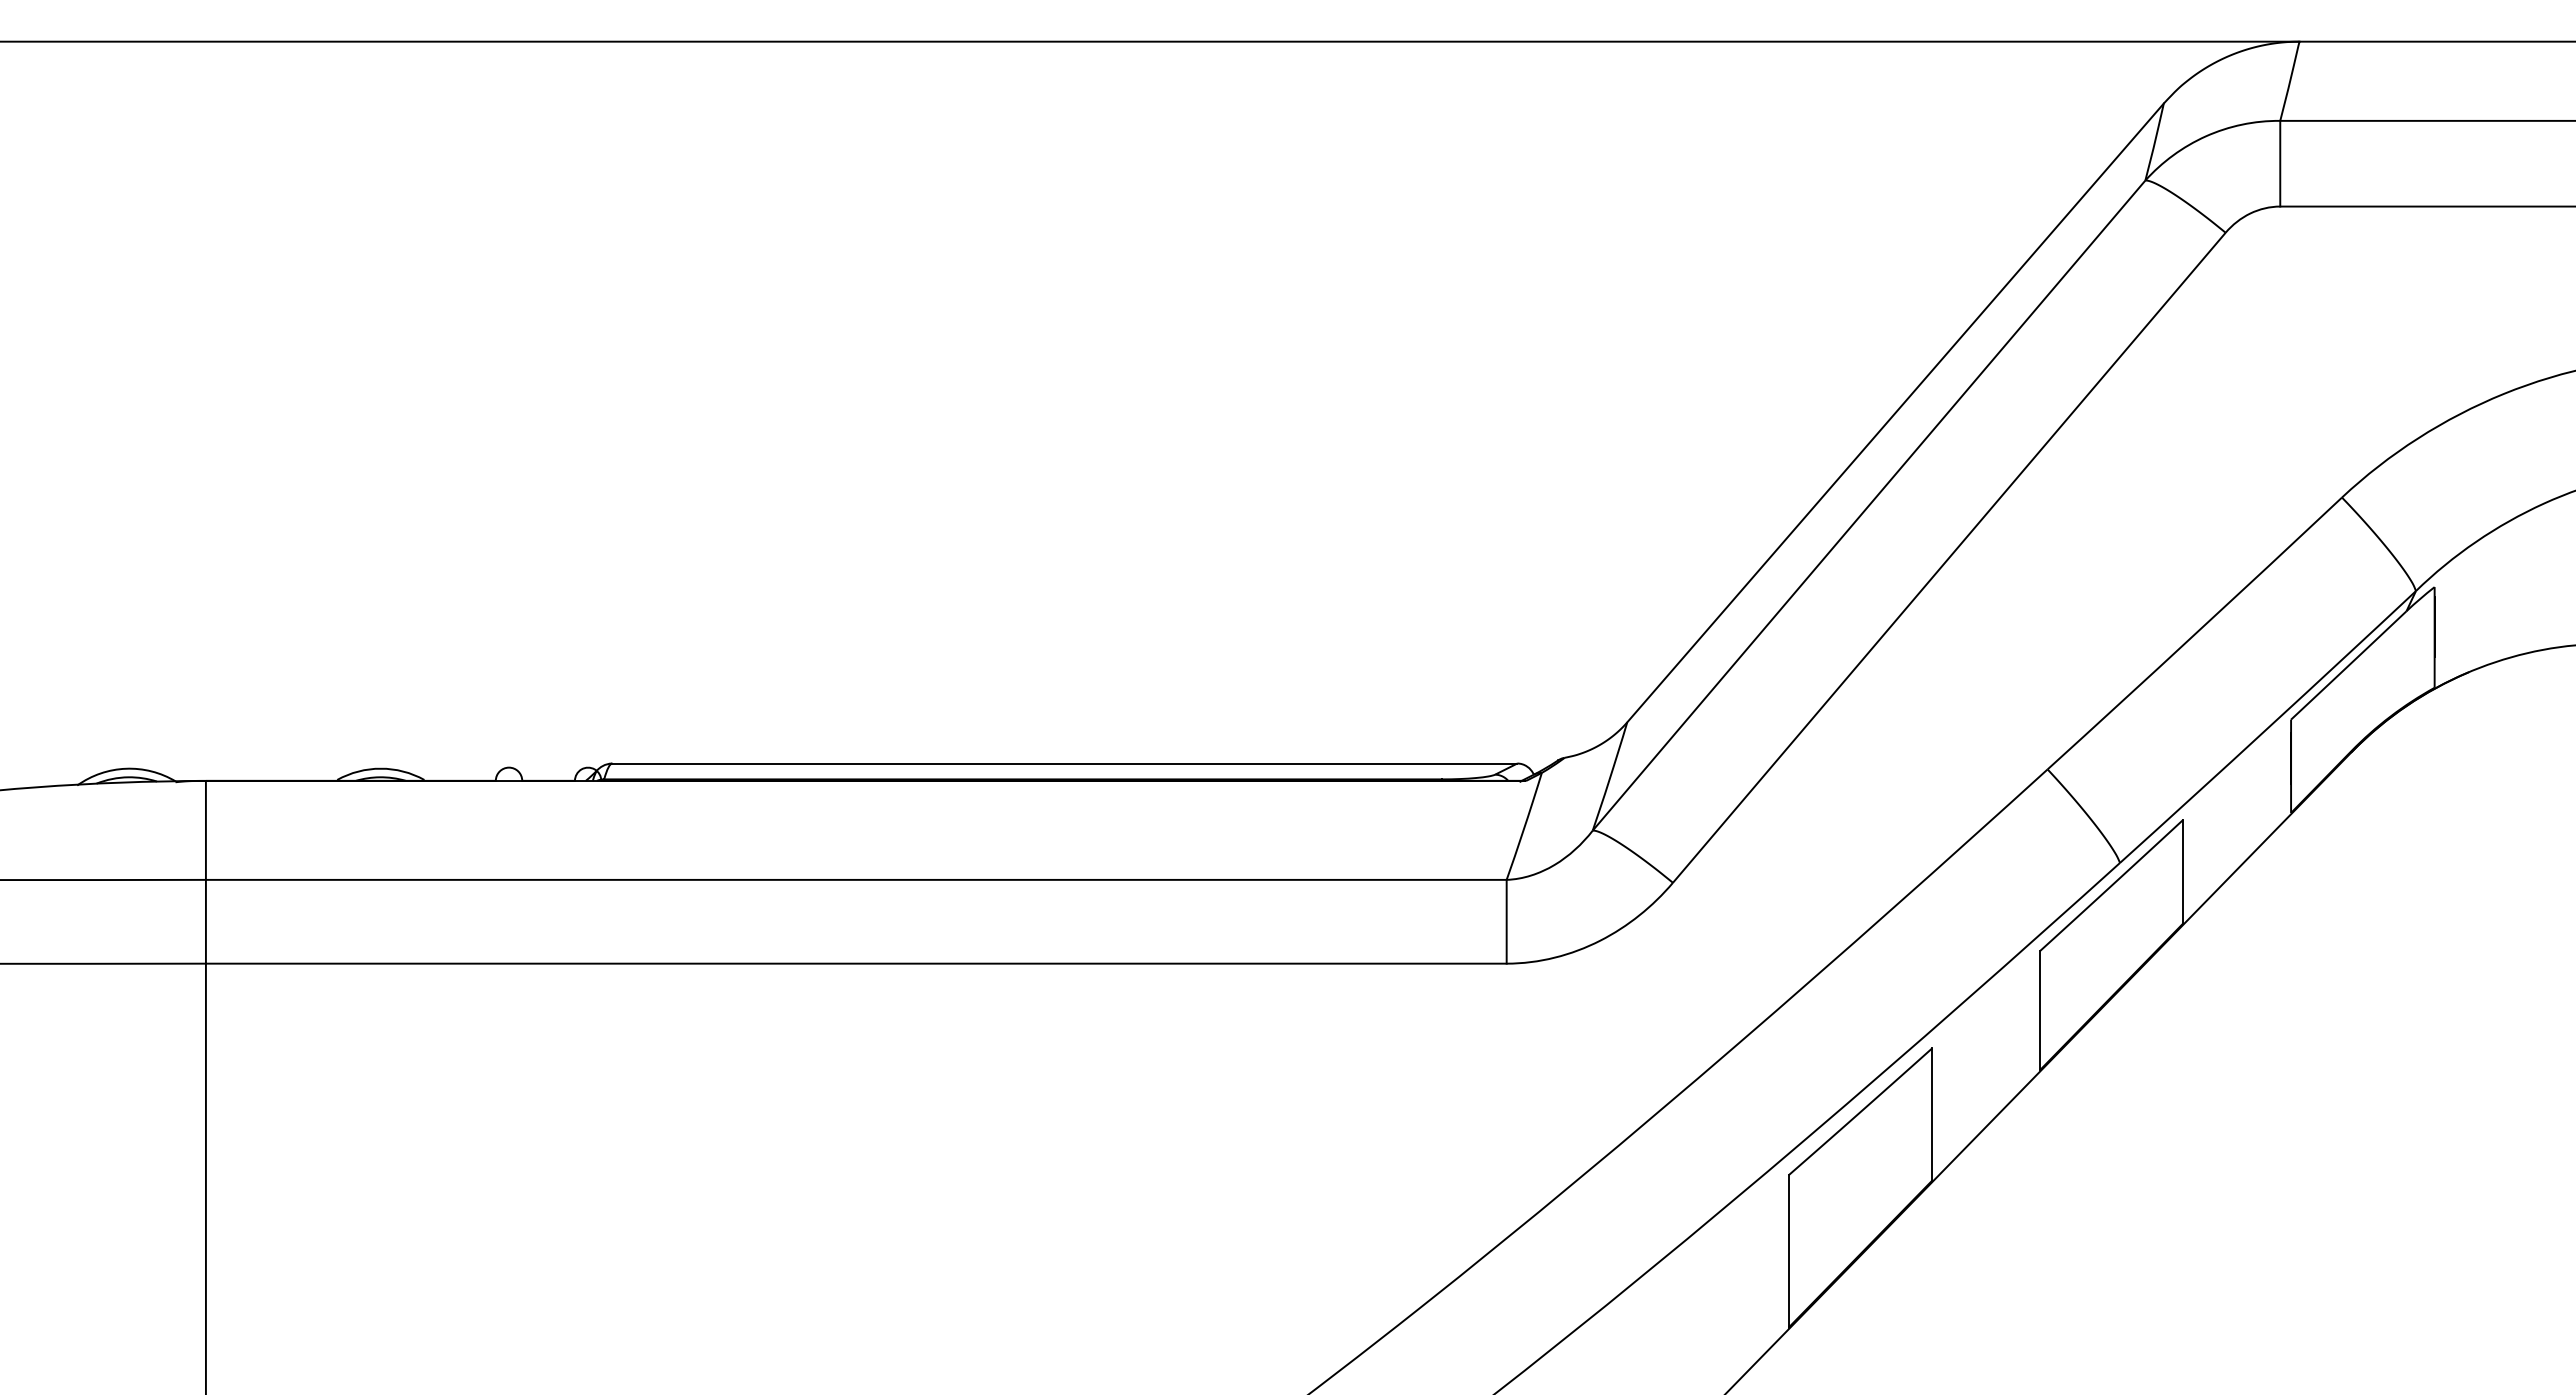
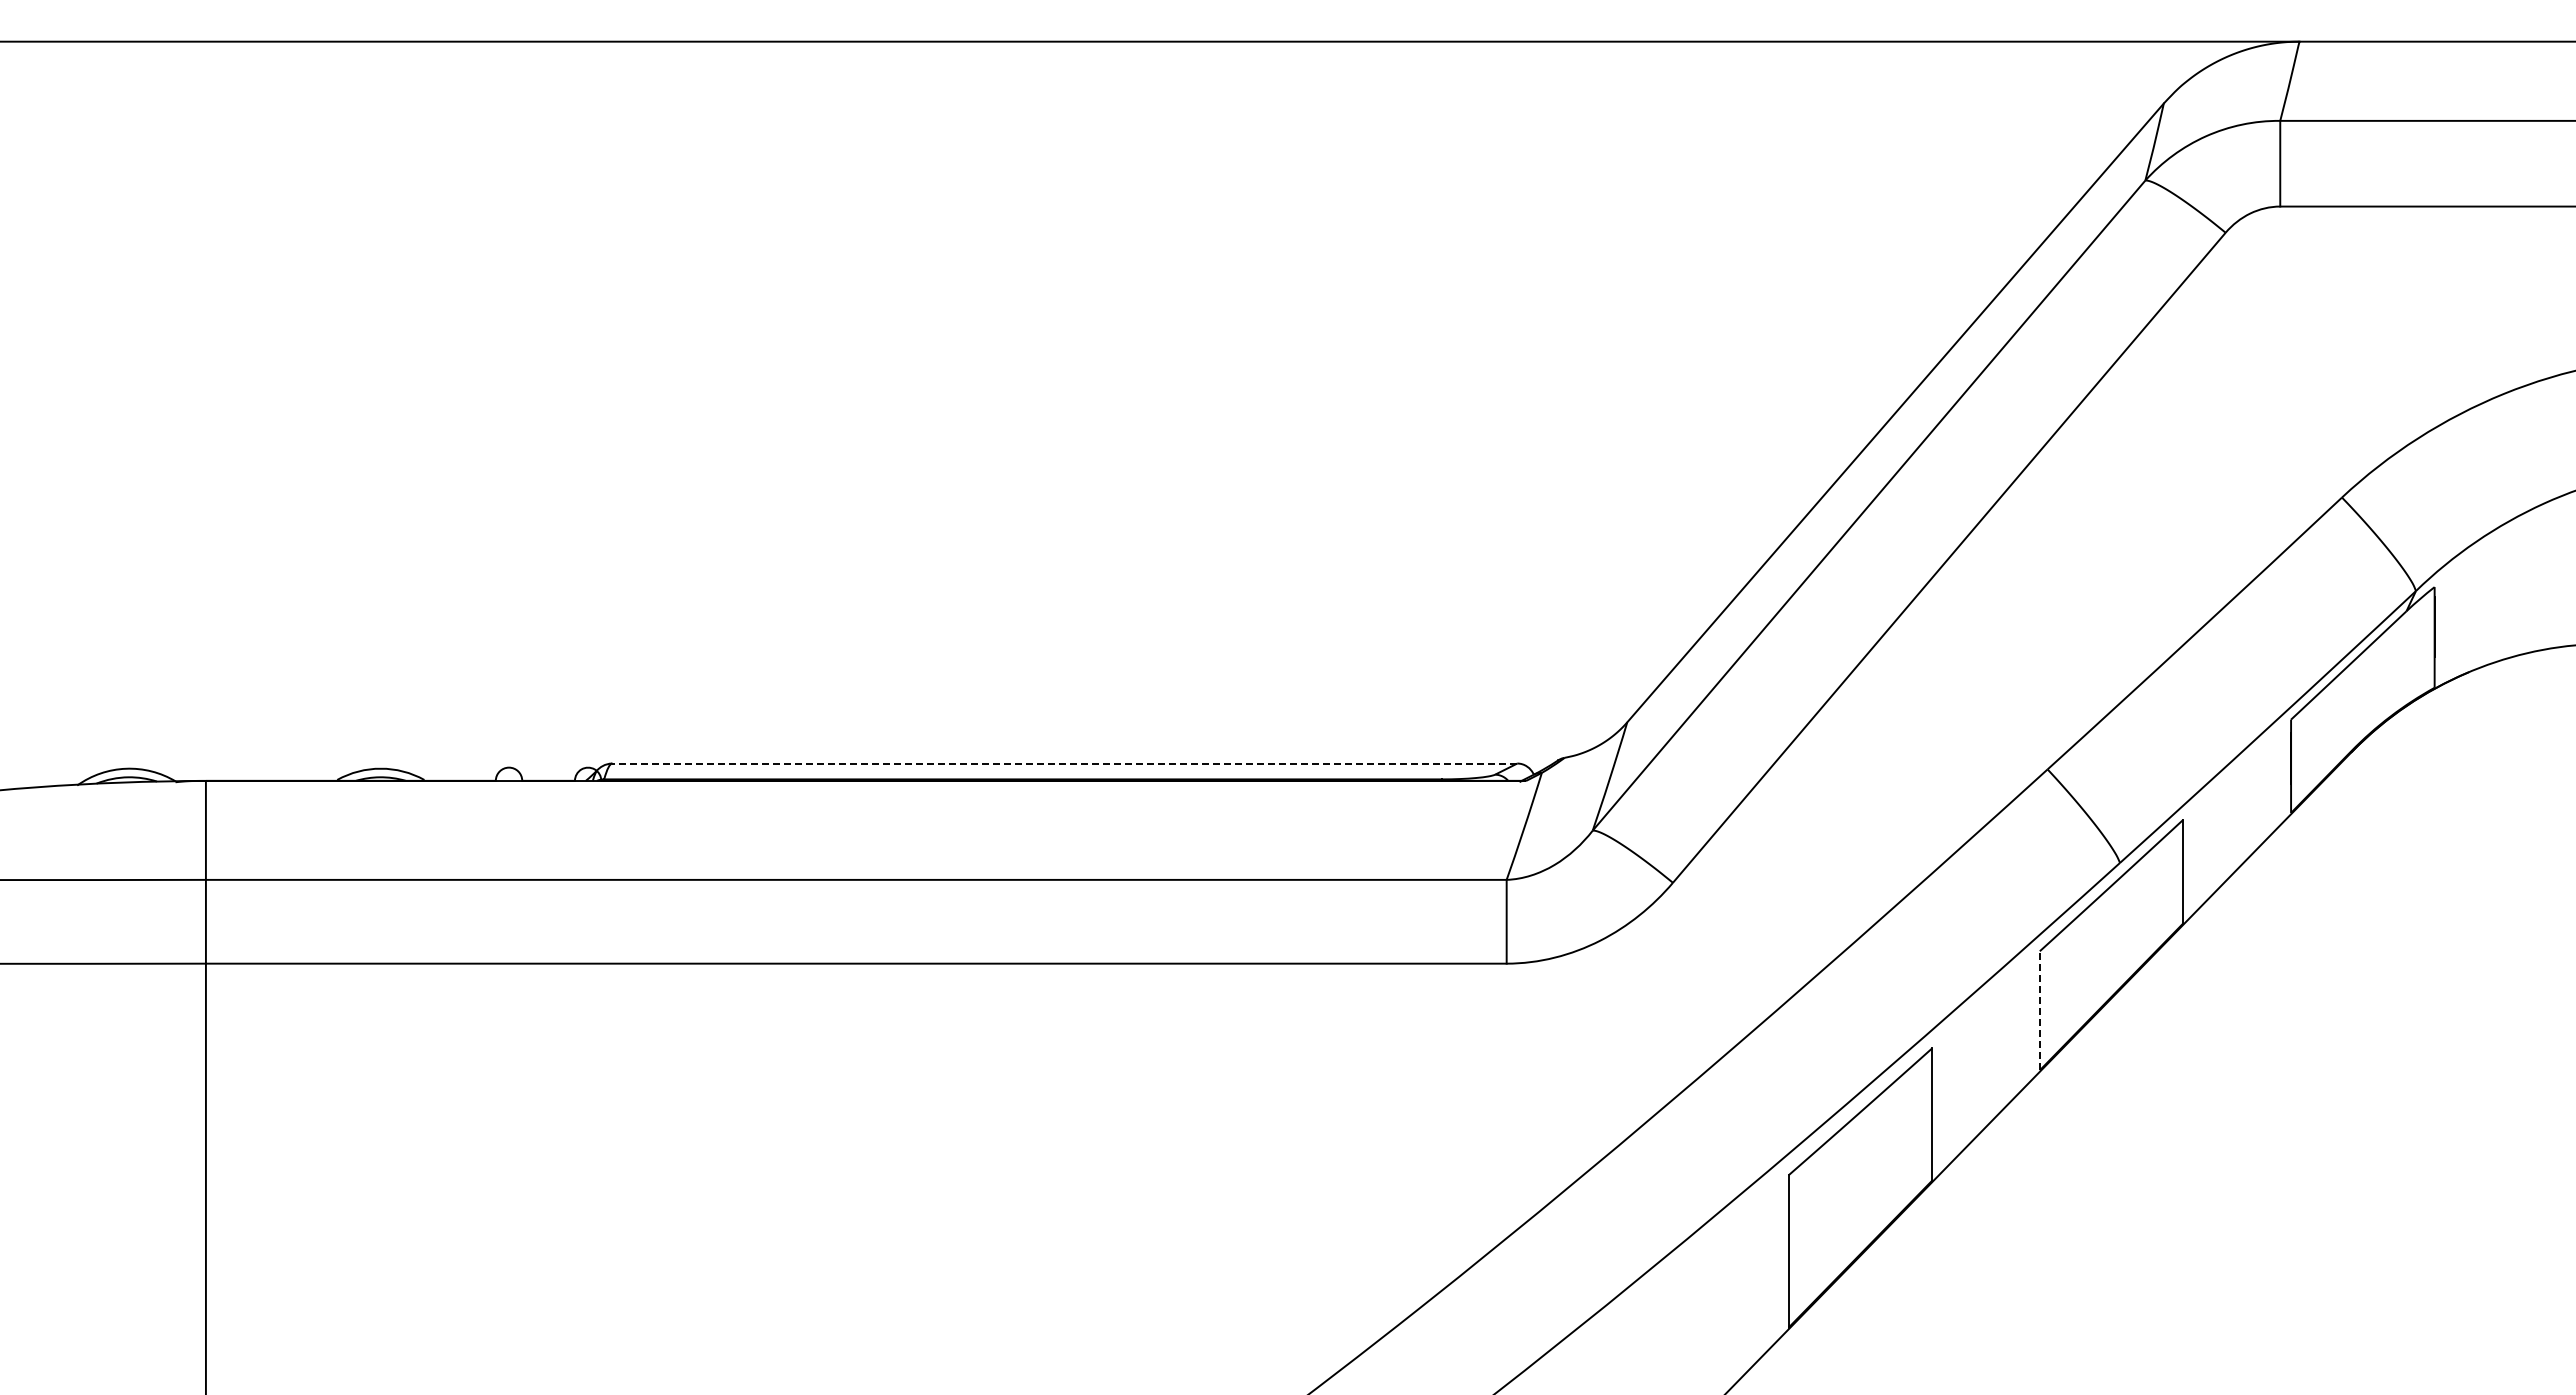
line at (1064, 763): solid -> dashed
line at (2039, 1010): solid -> dashed
